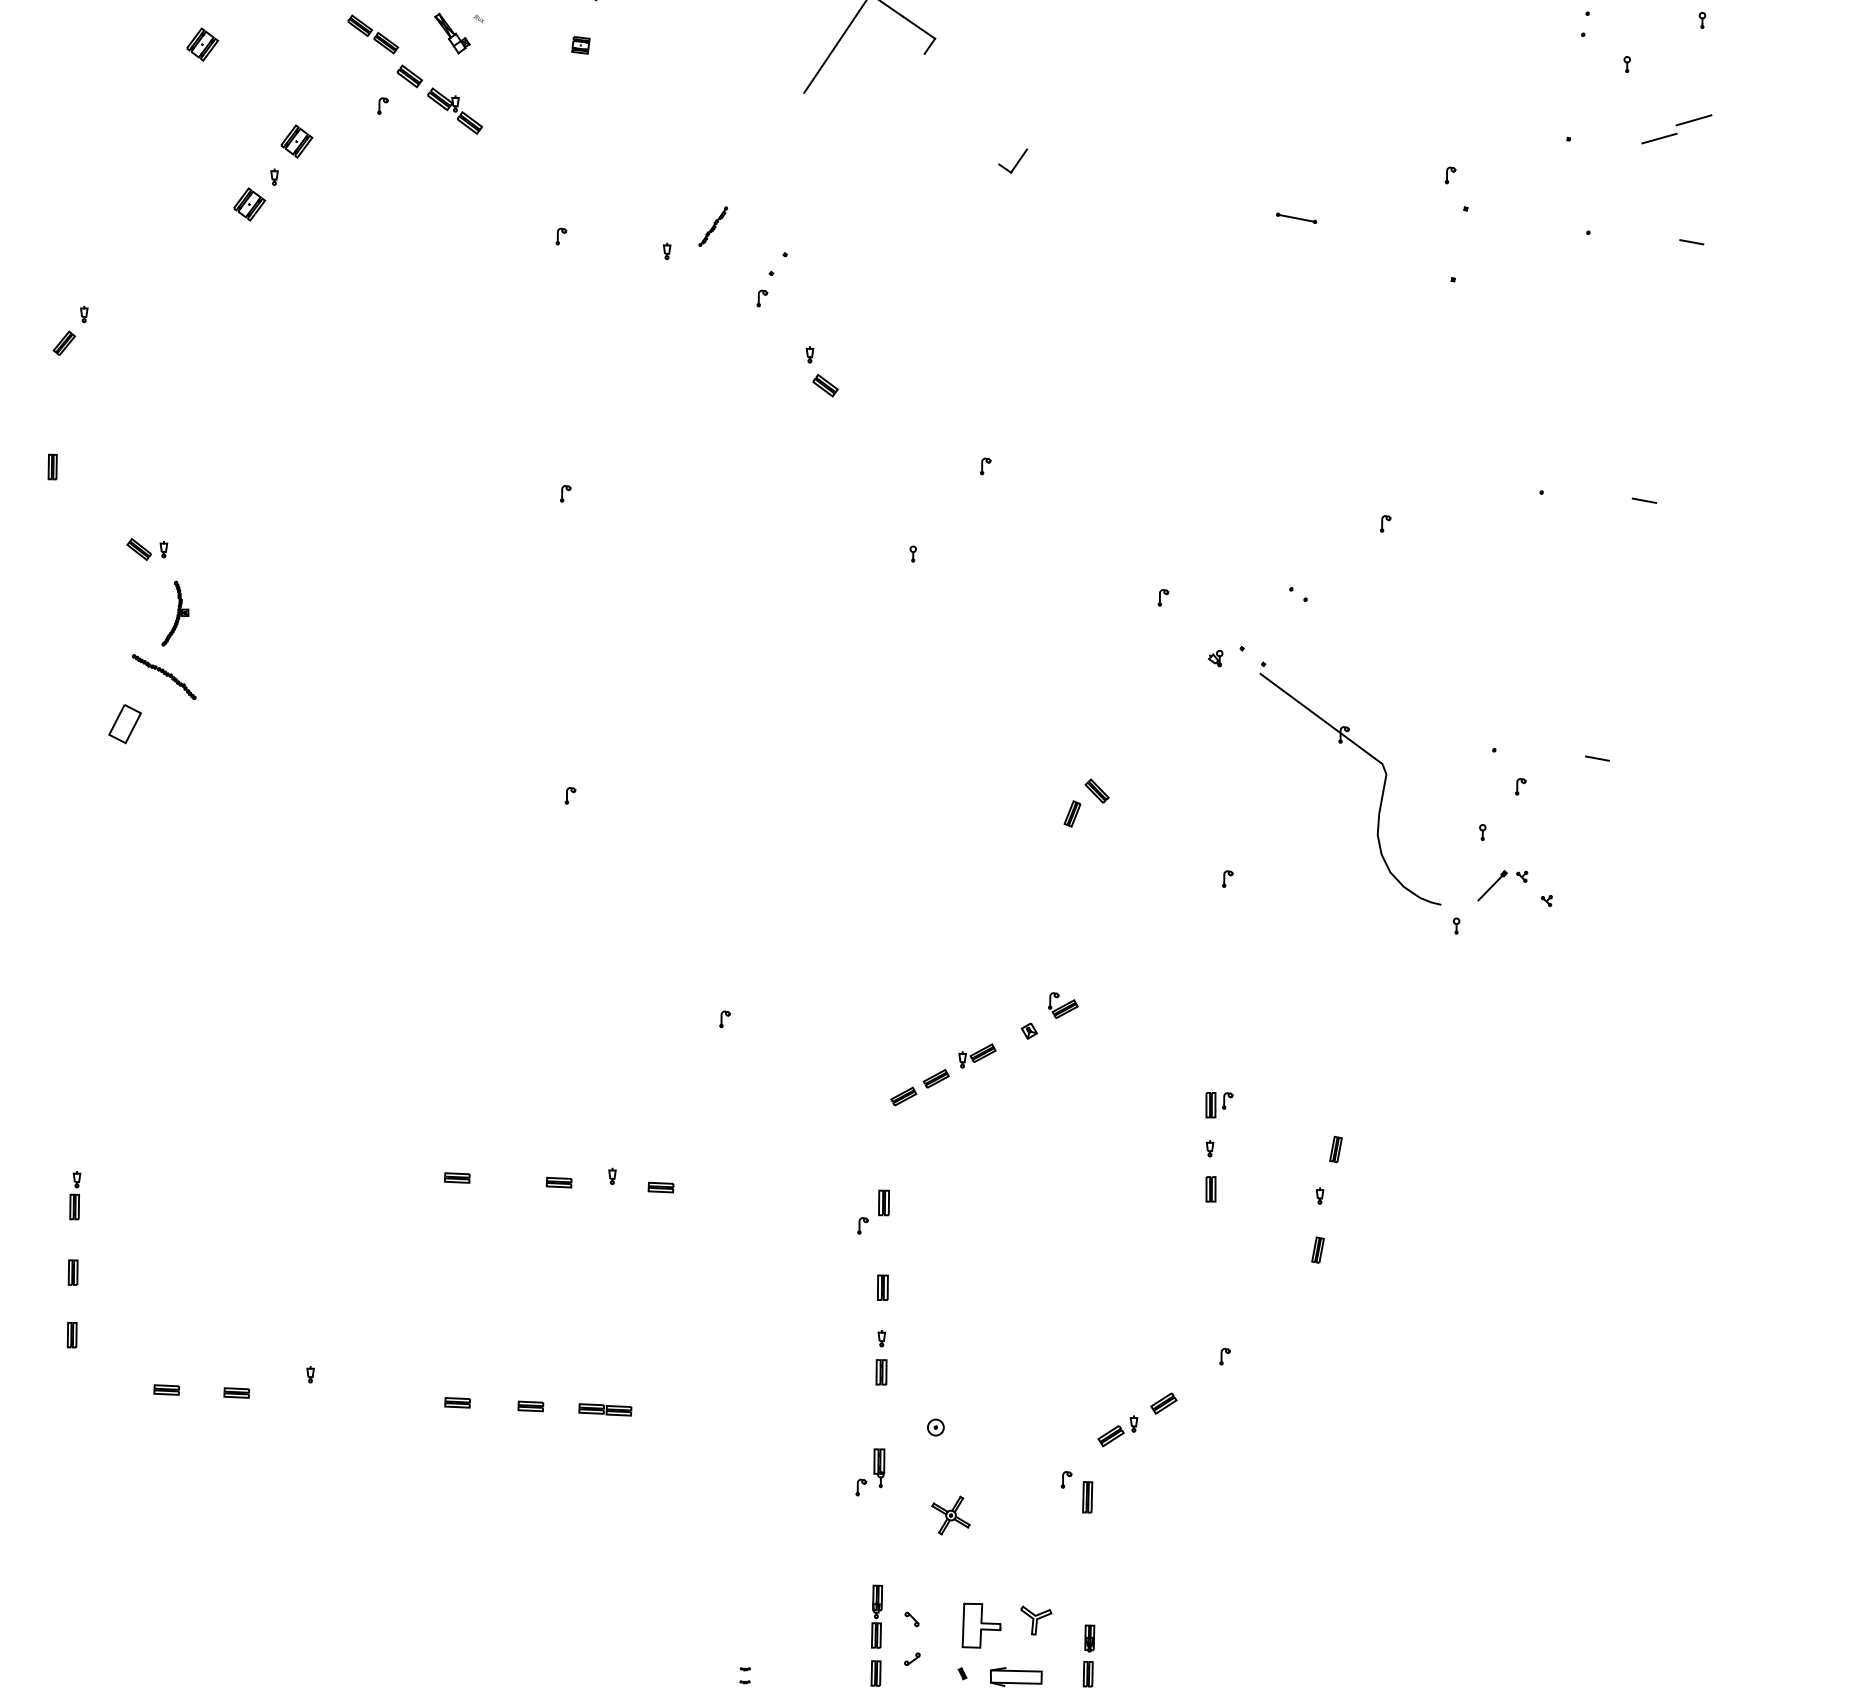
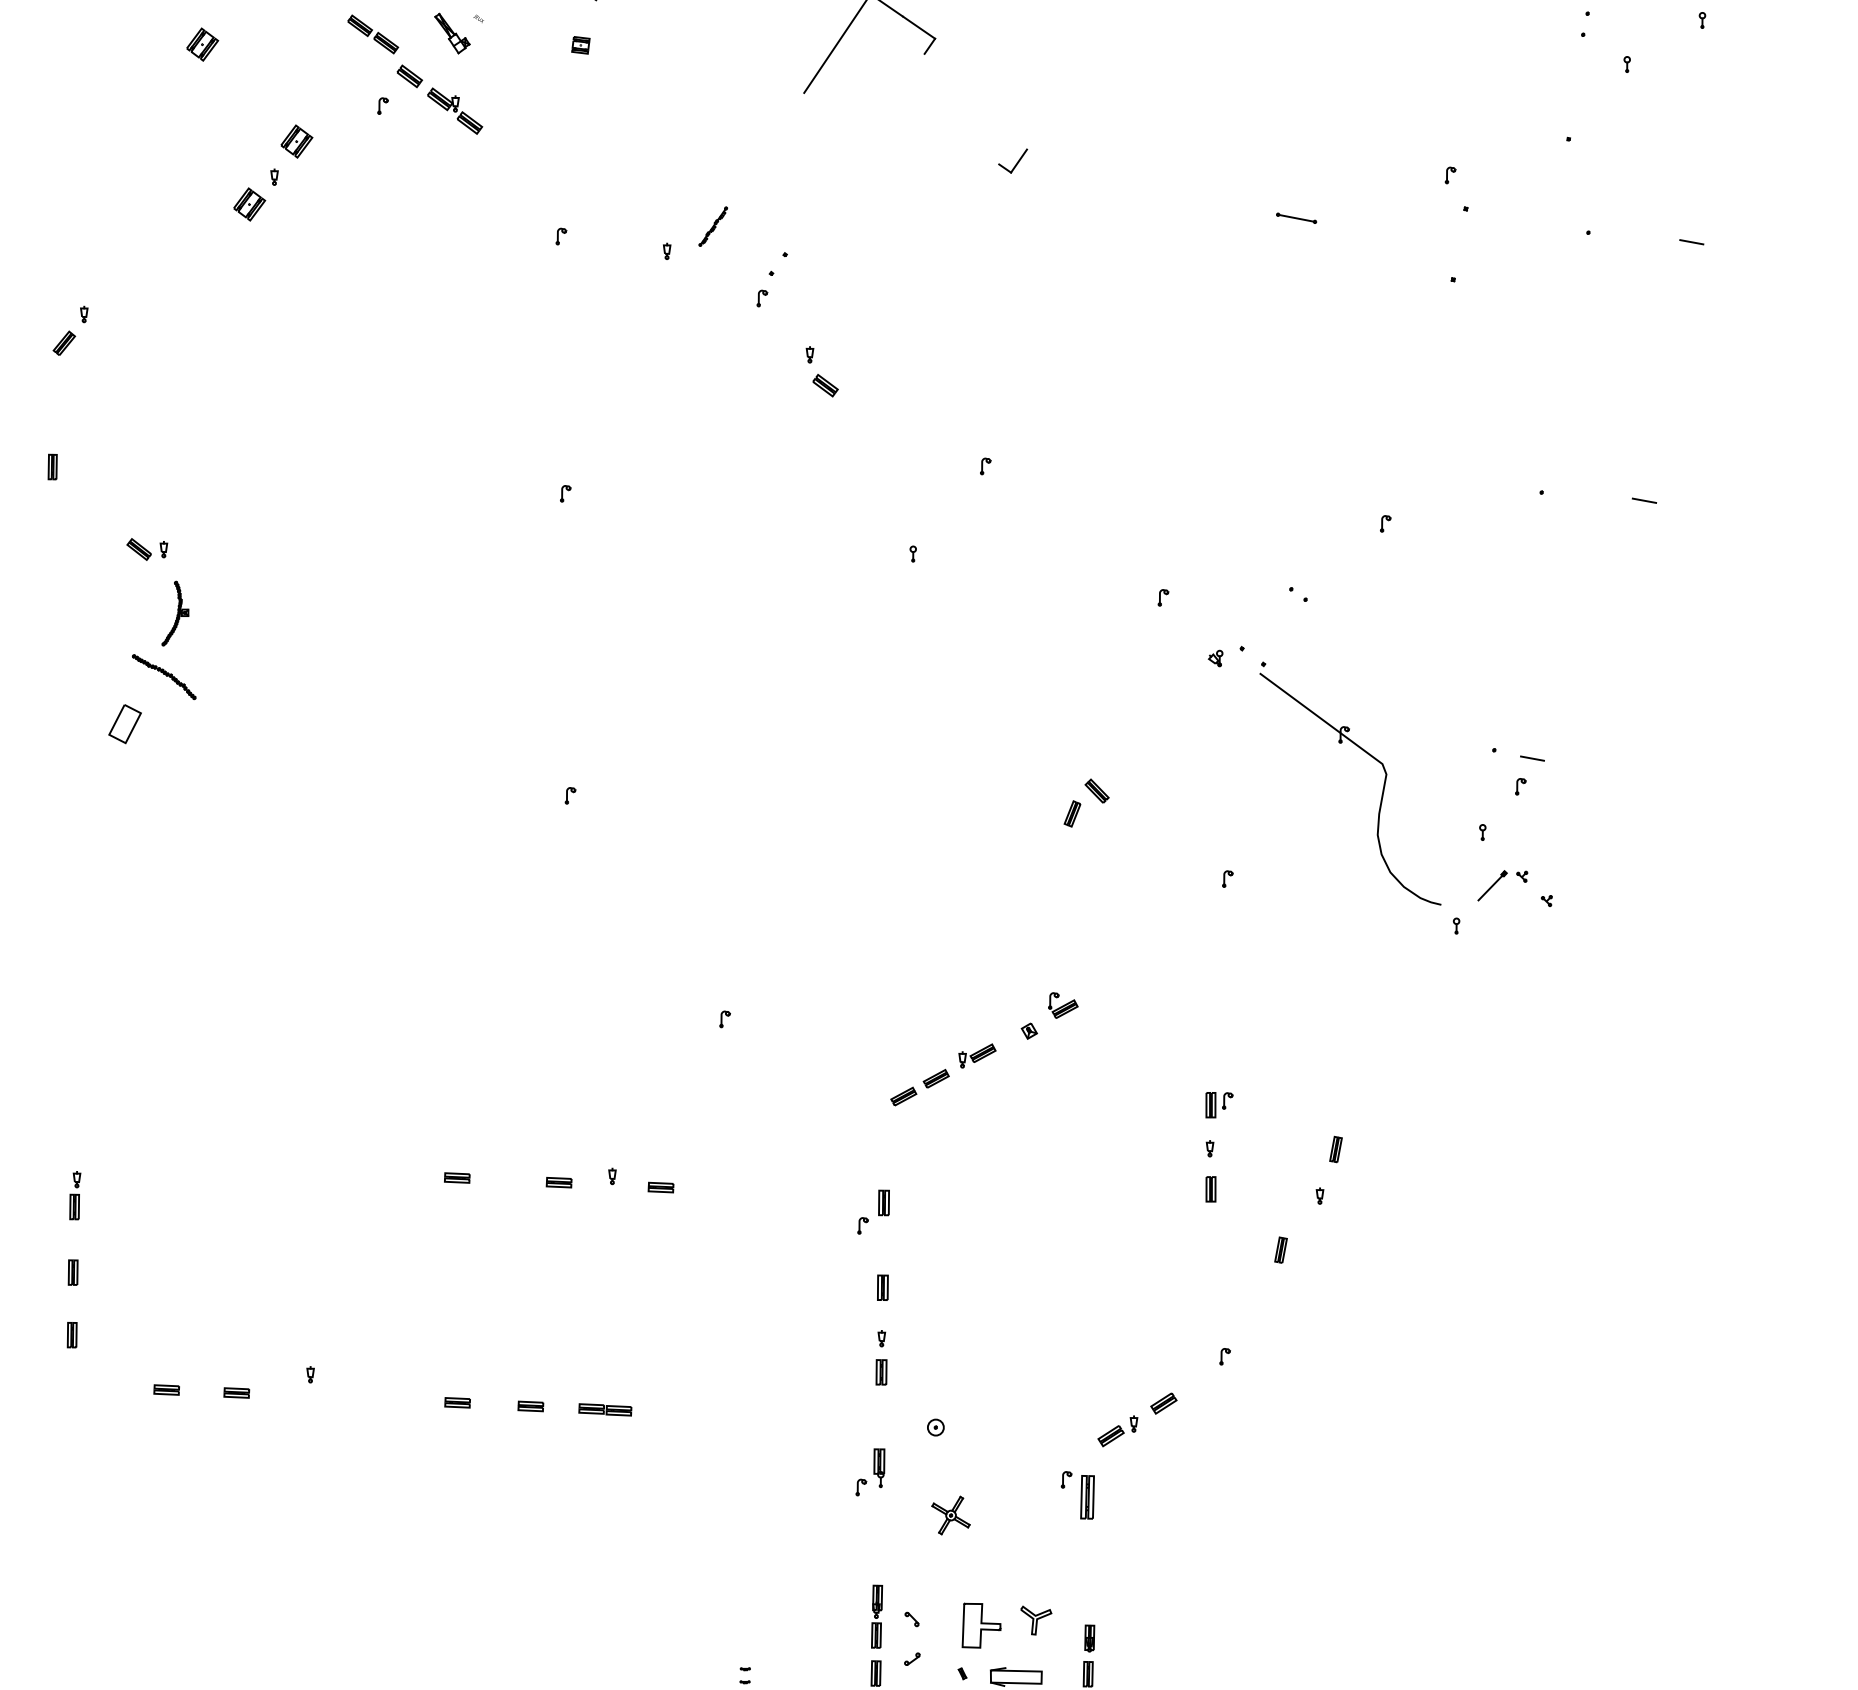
line at (1693, 120): present -> none
line at (1659, 138): present -> none
line at (1597, 758) position: (1597, 758) -> (1532, 758)
part at (1317, 1249) position: (1317, 1249) -> (1280, 1249)
part at (1087, 1497) size: 12x33 px -> 15x45 px
